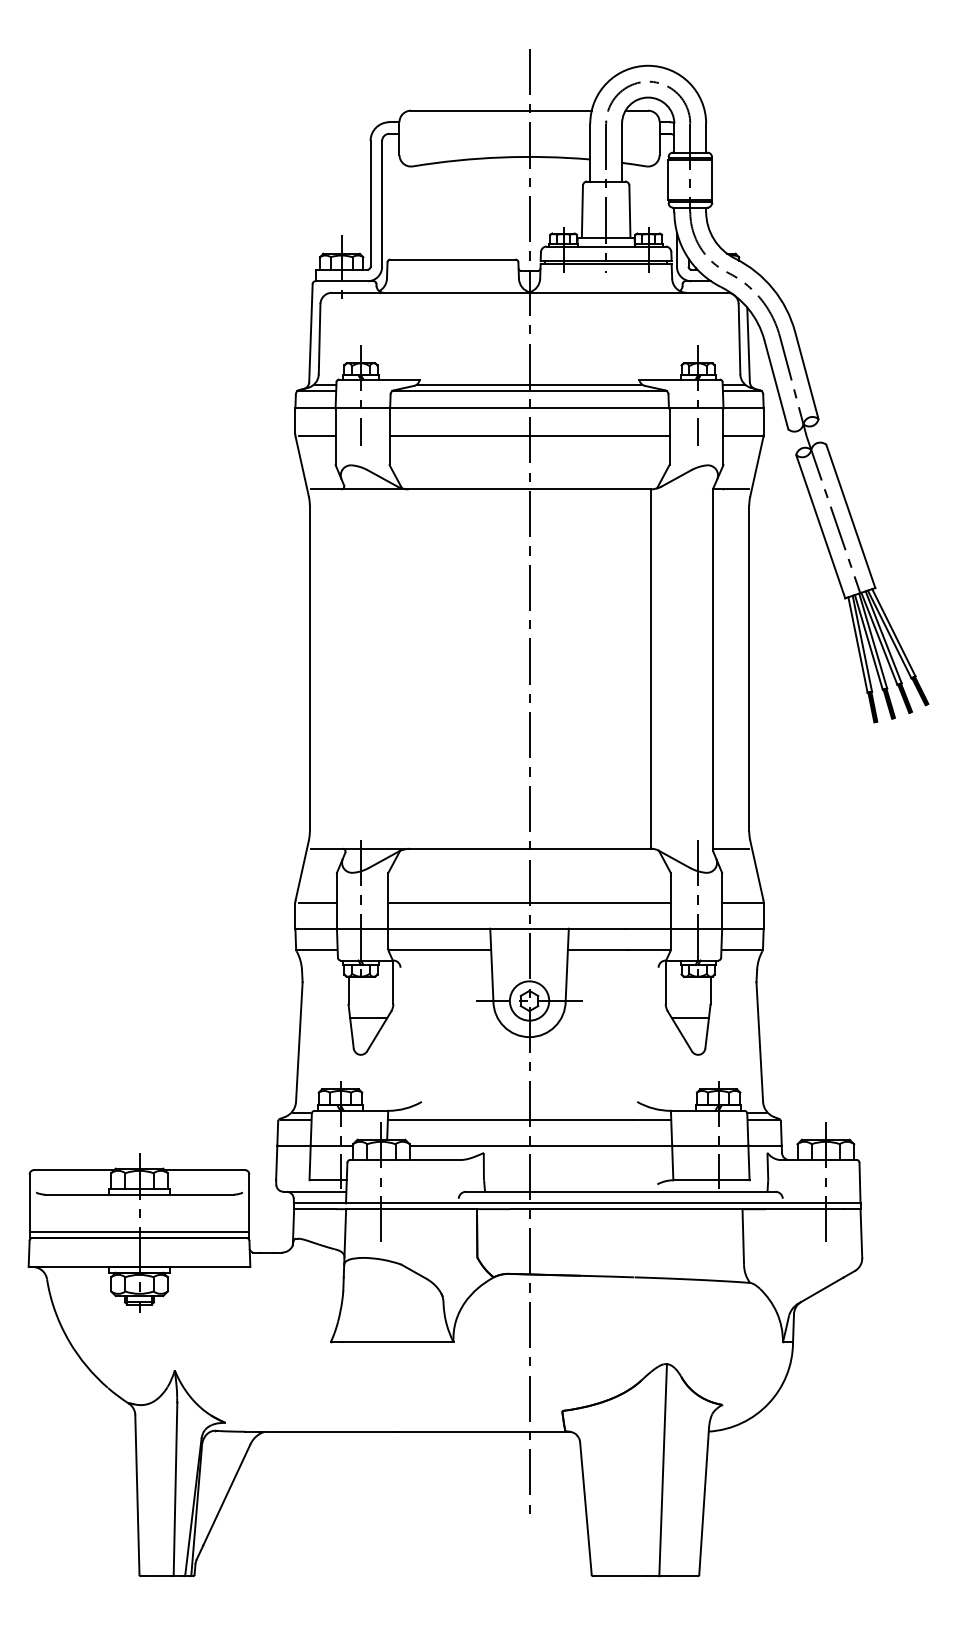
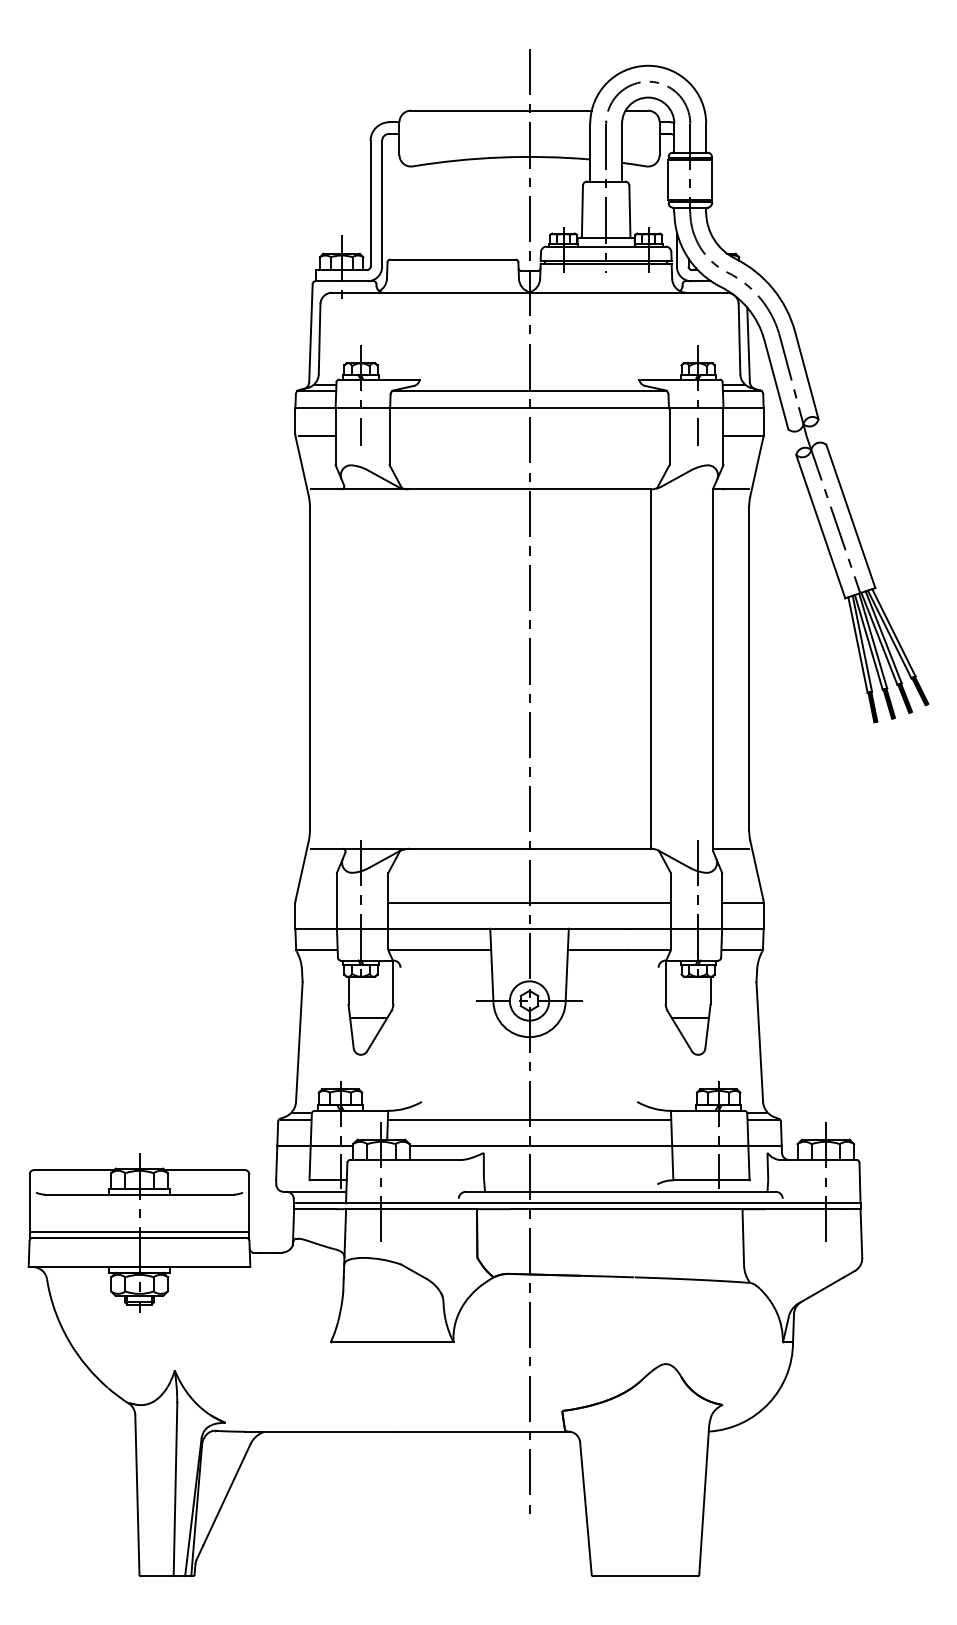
line at (529, 384): present -> none
line at (529, 435): present -> none
line at (317, 902): present -> none
line at (662, 1470): present -> none
